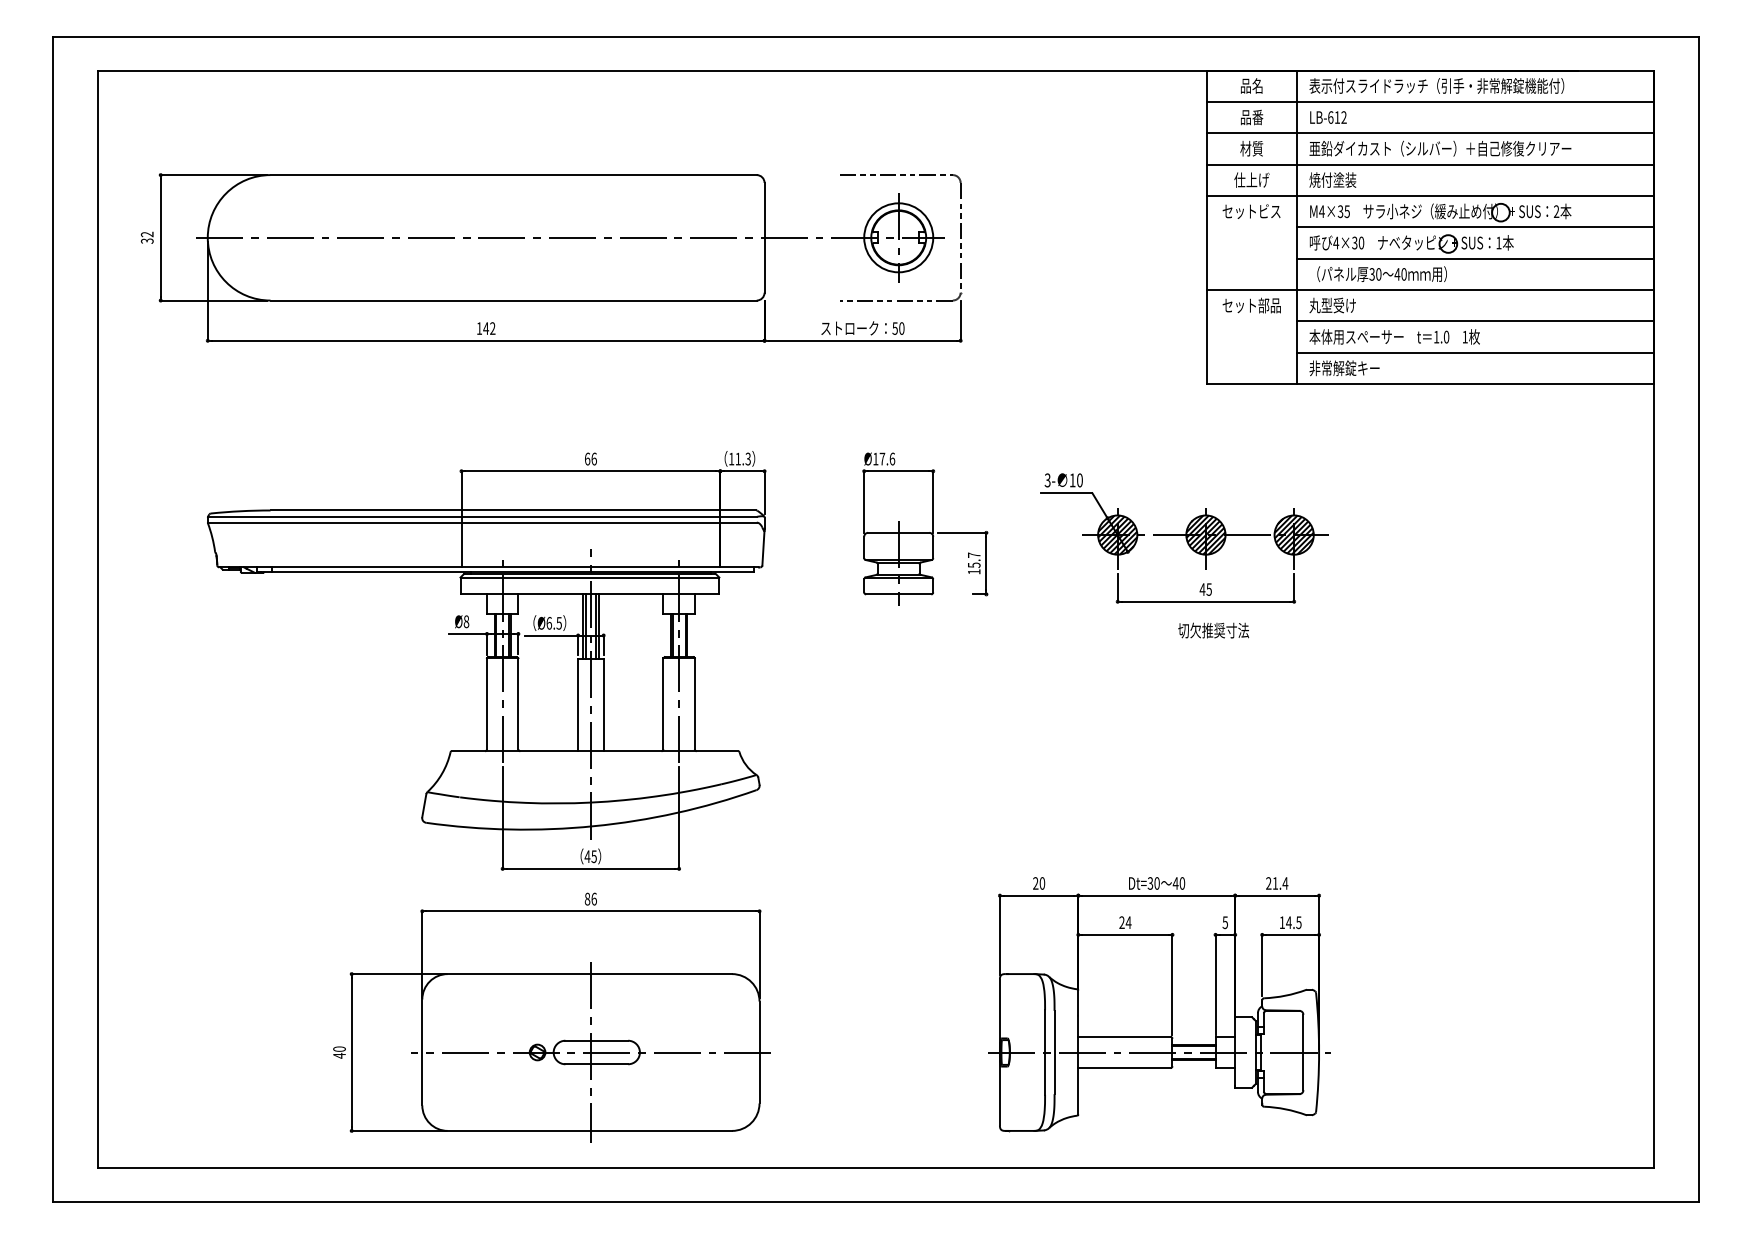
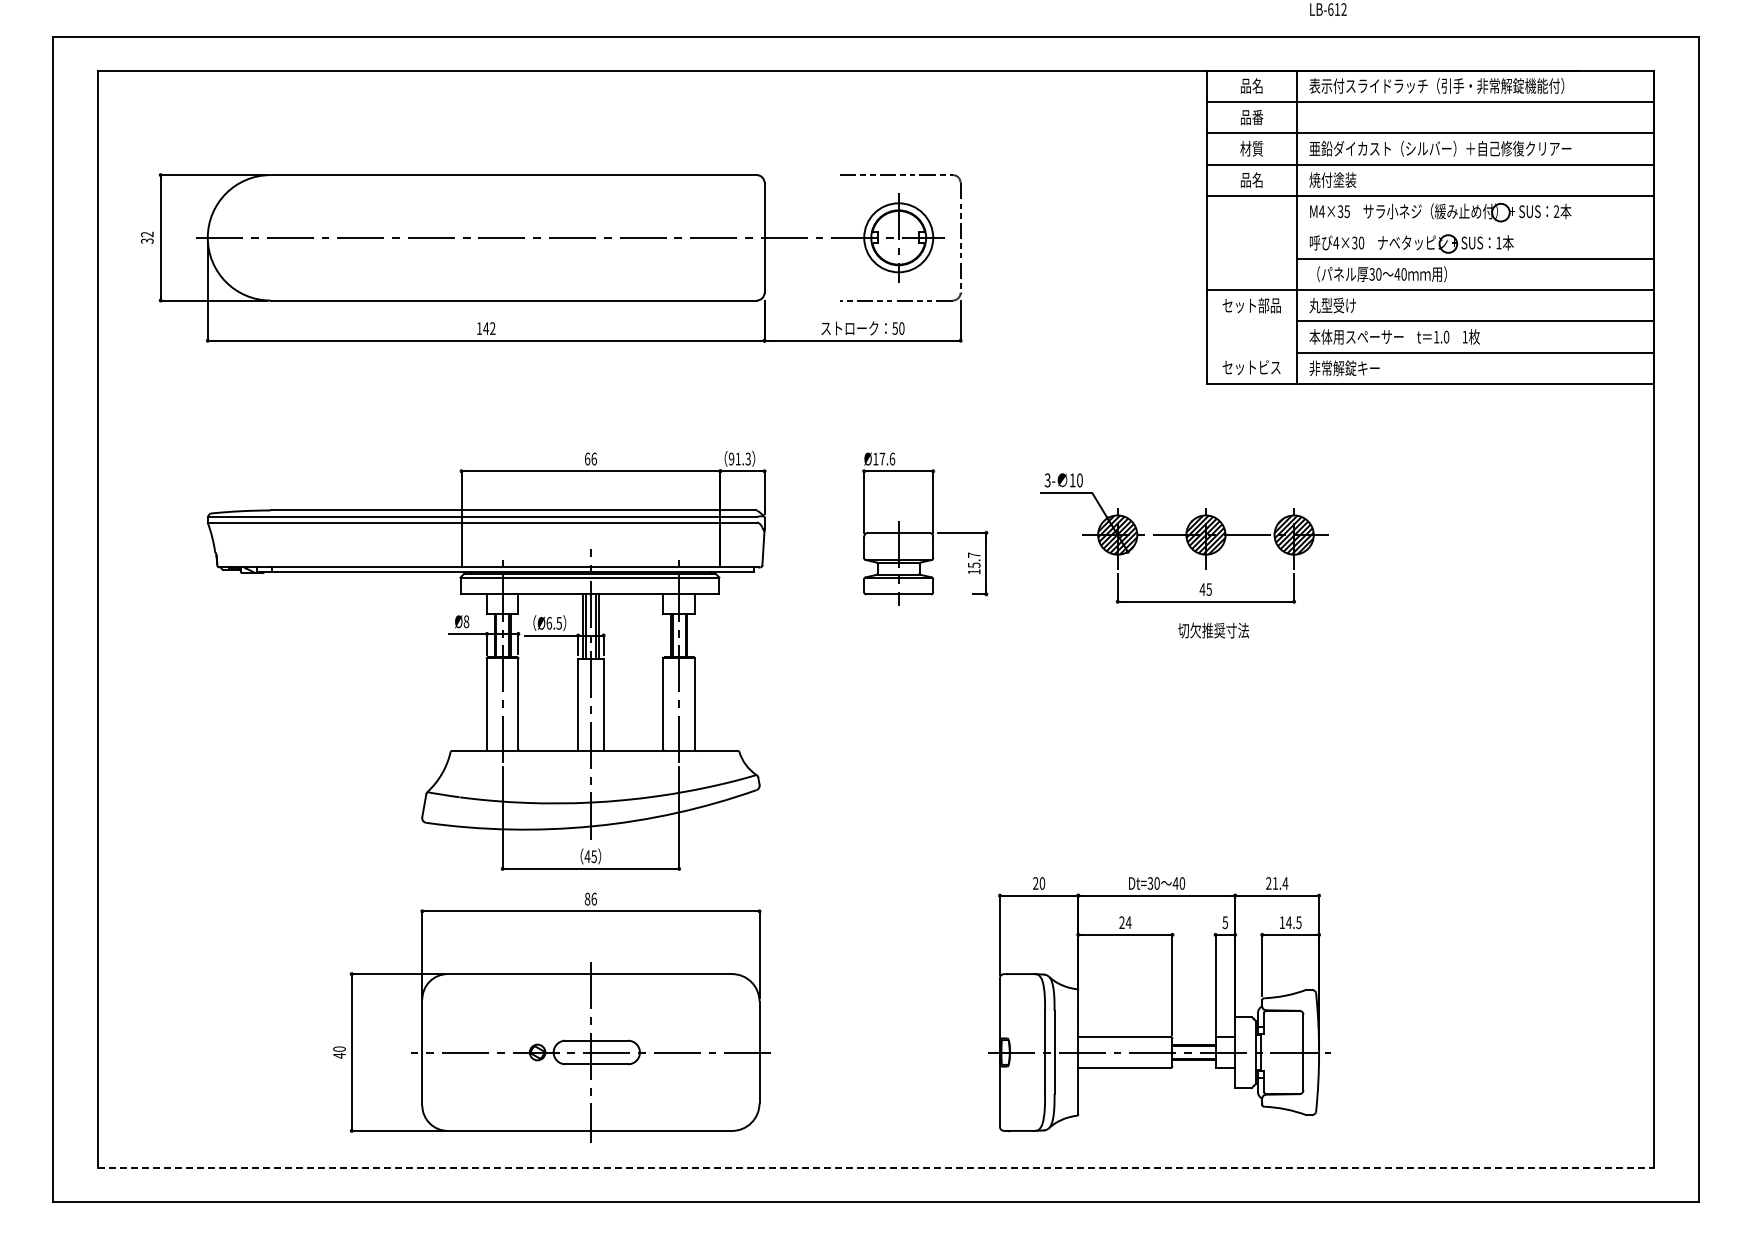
text at (1328, 117) position: (1328, 117) -> (1328, 9)
text at (1251, 179): 仕上げ -> 品名
text at (1251, 211) position: (1251, 211) -> (1251, 367)
line at (1475, 227): present -> none
text at (731, 458): 11.3 -> 91.3
line at (876, 1168): solid -> dashed
